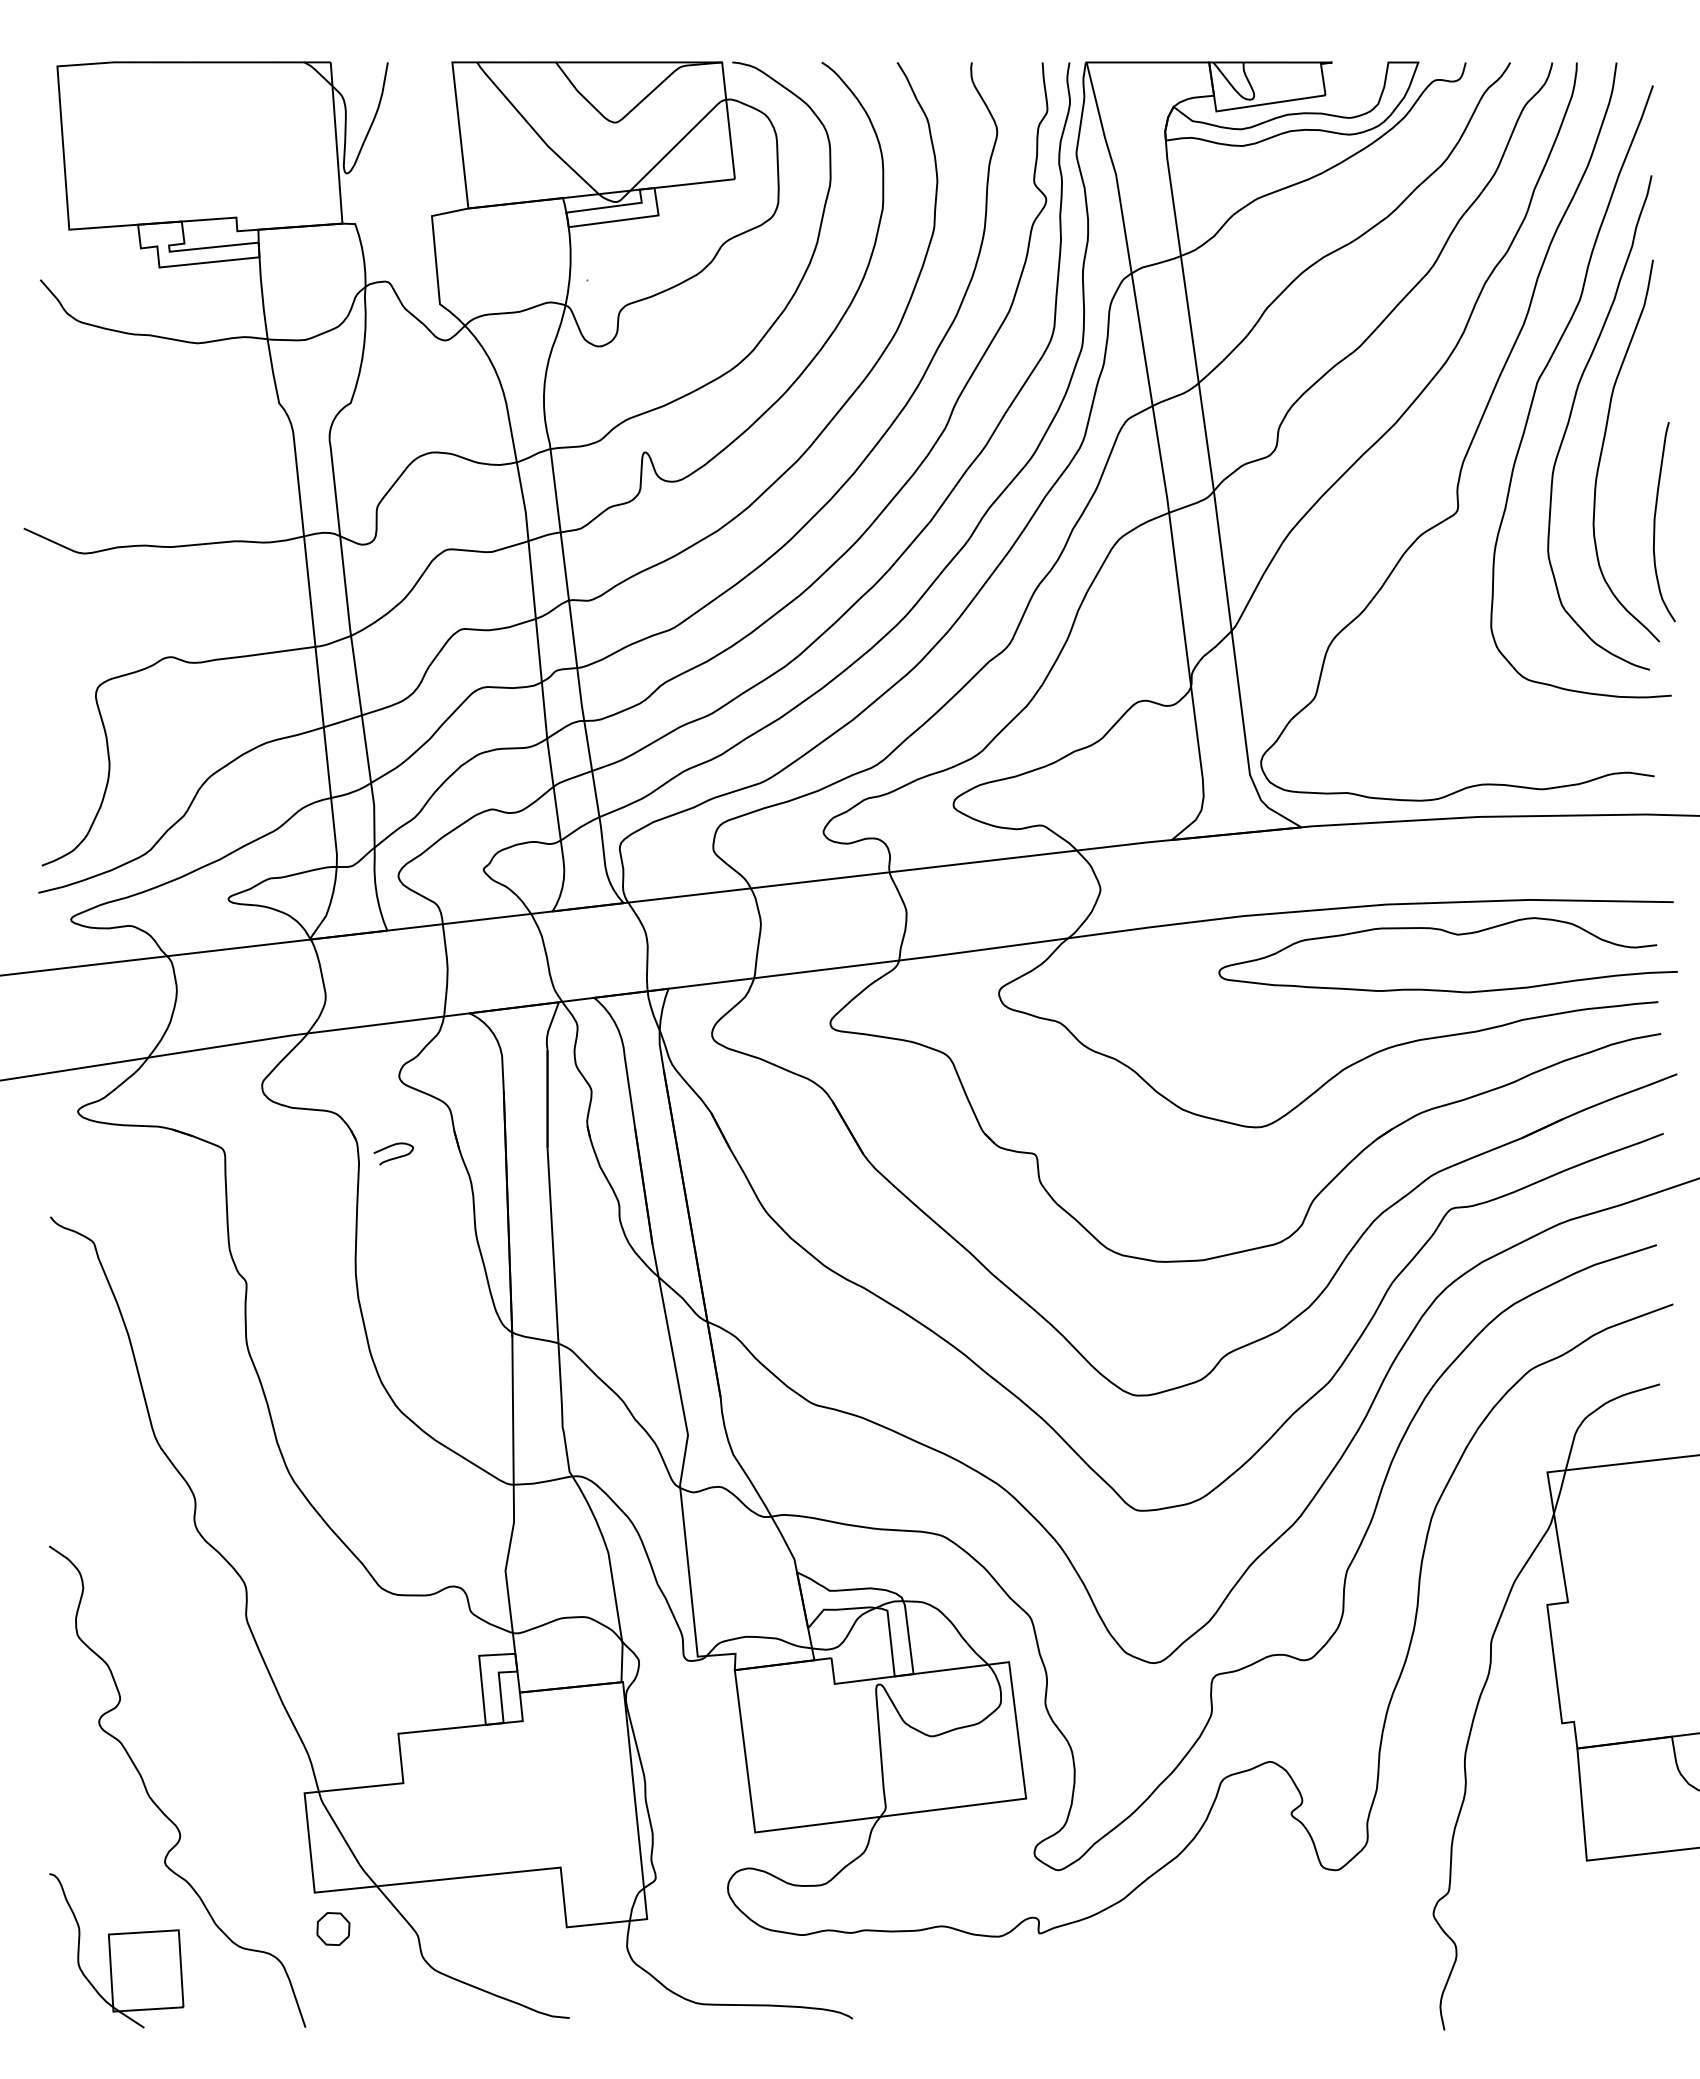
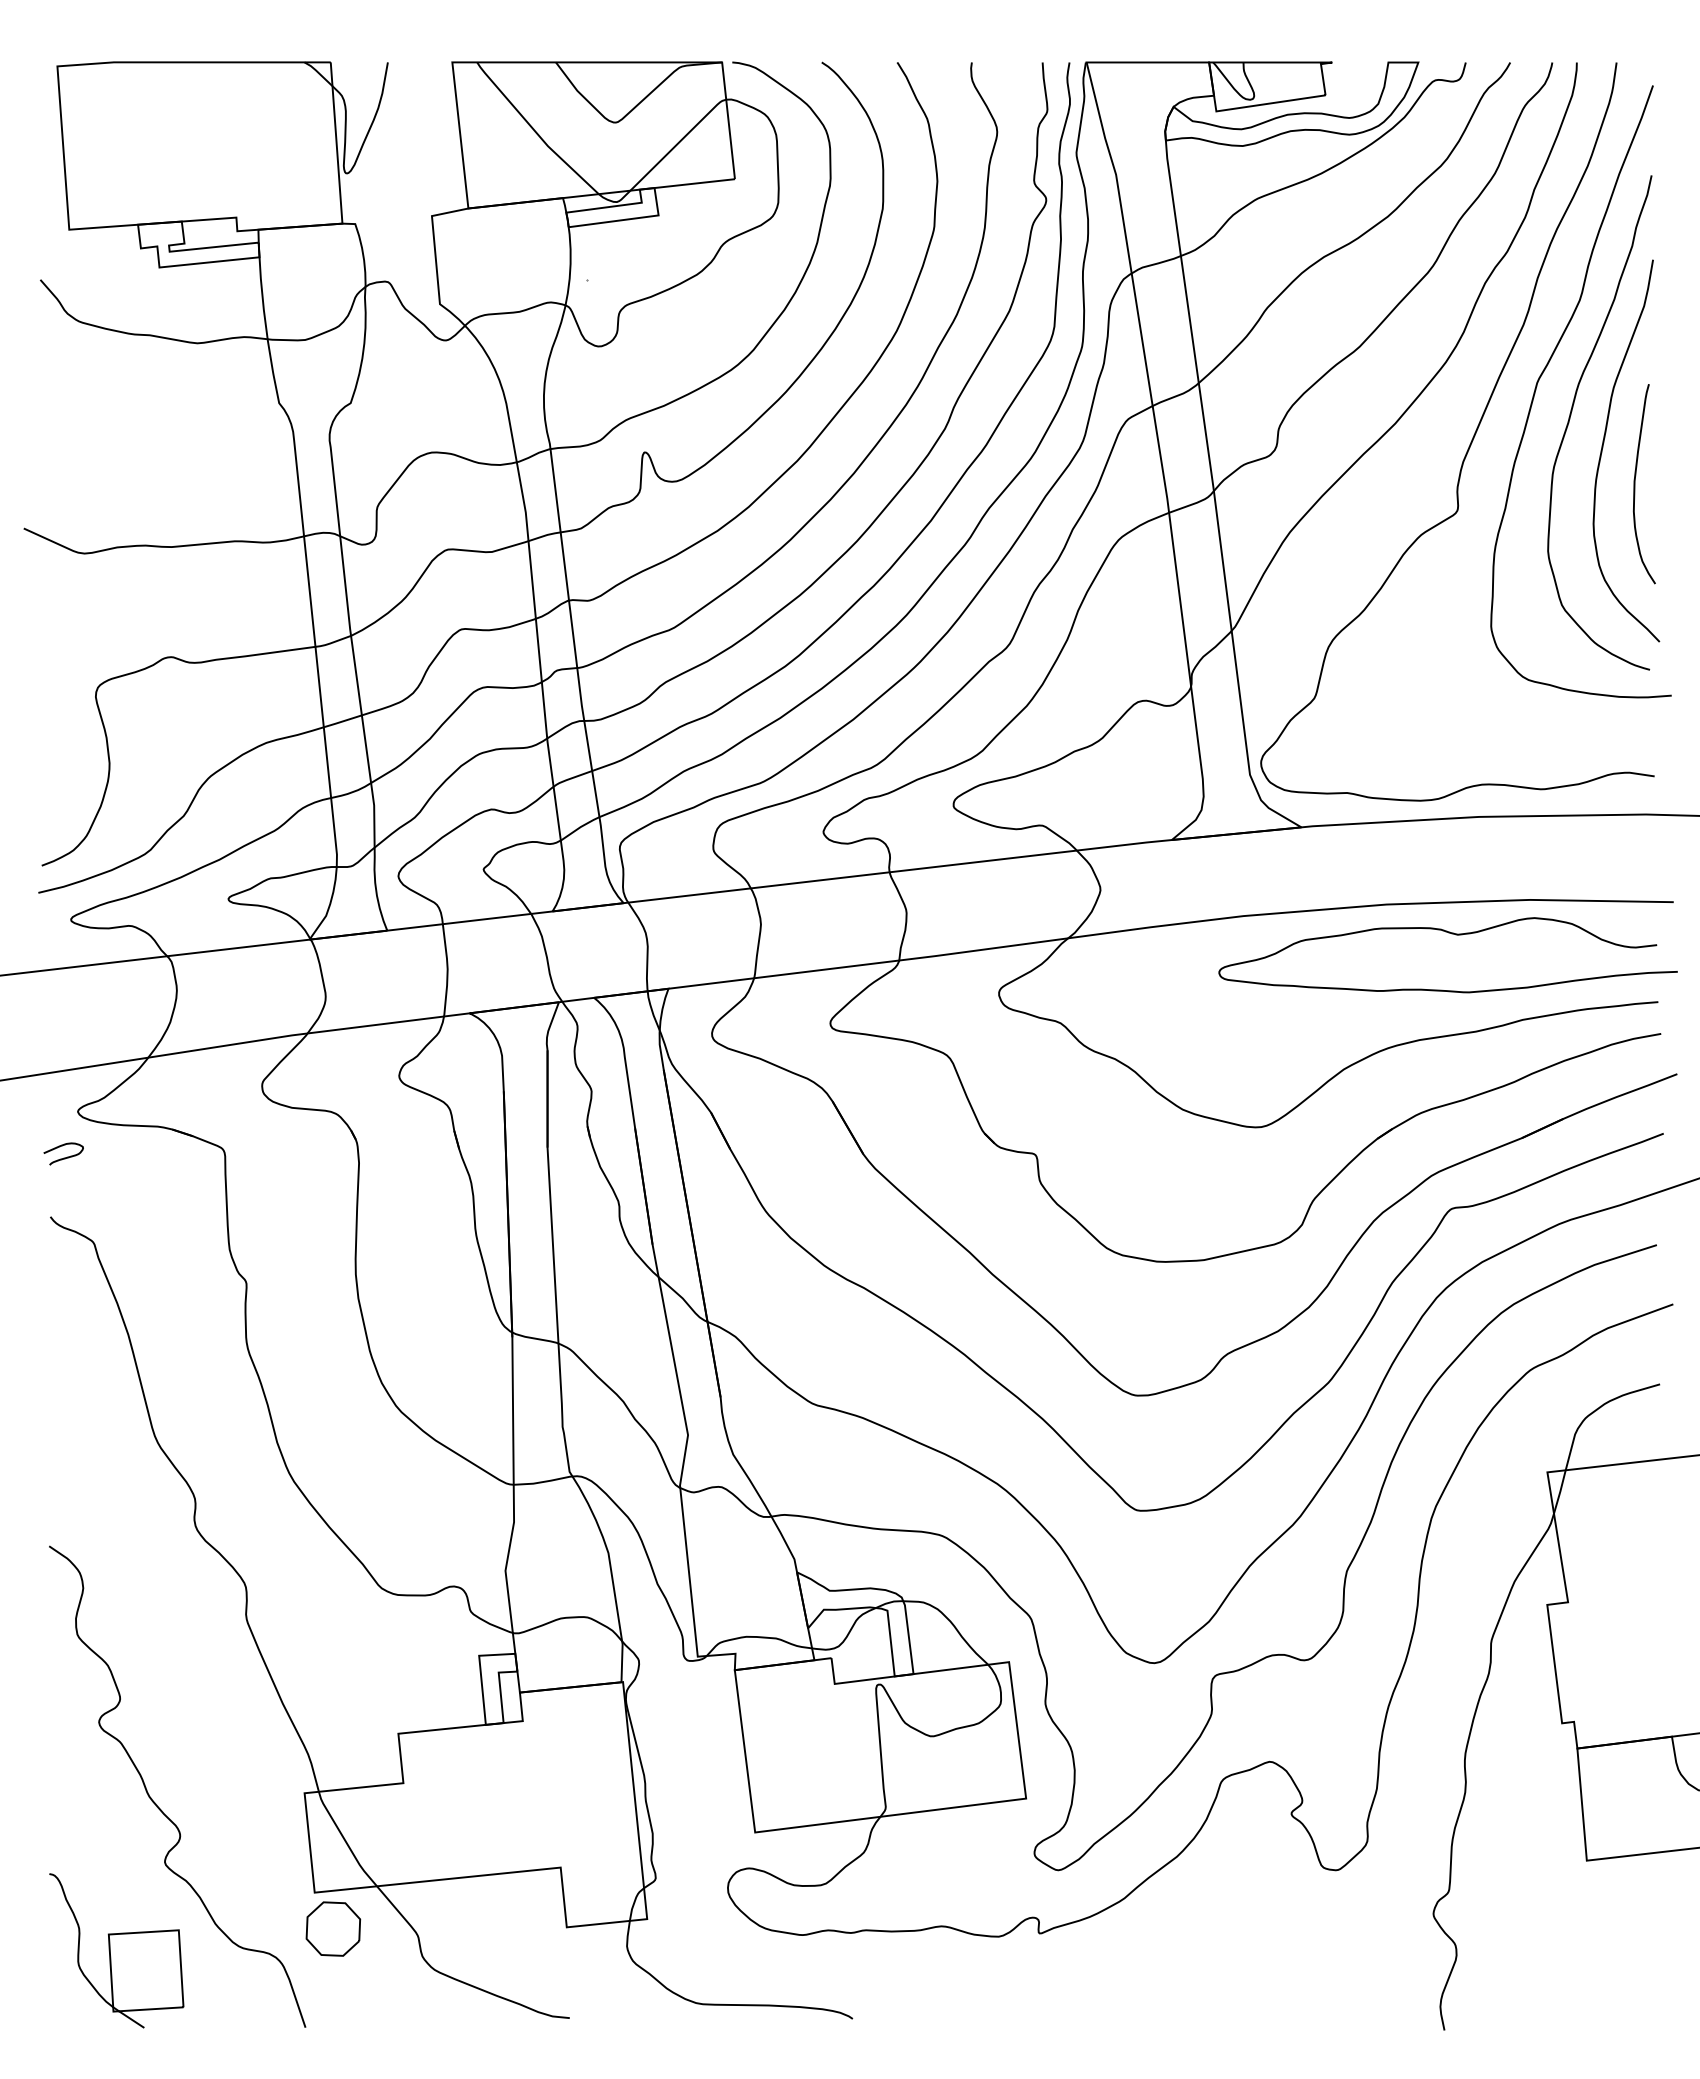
curve at (1655, 522) position: (1655, 522) -> (1635, 484)
curve at (393, 1157) position: (393, 1157) -> (63, 1157)
part at (333, 1928) size: 35x34 px -> 57x56 px
